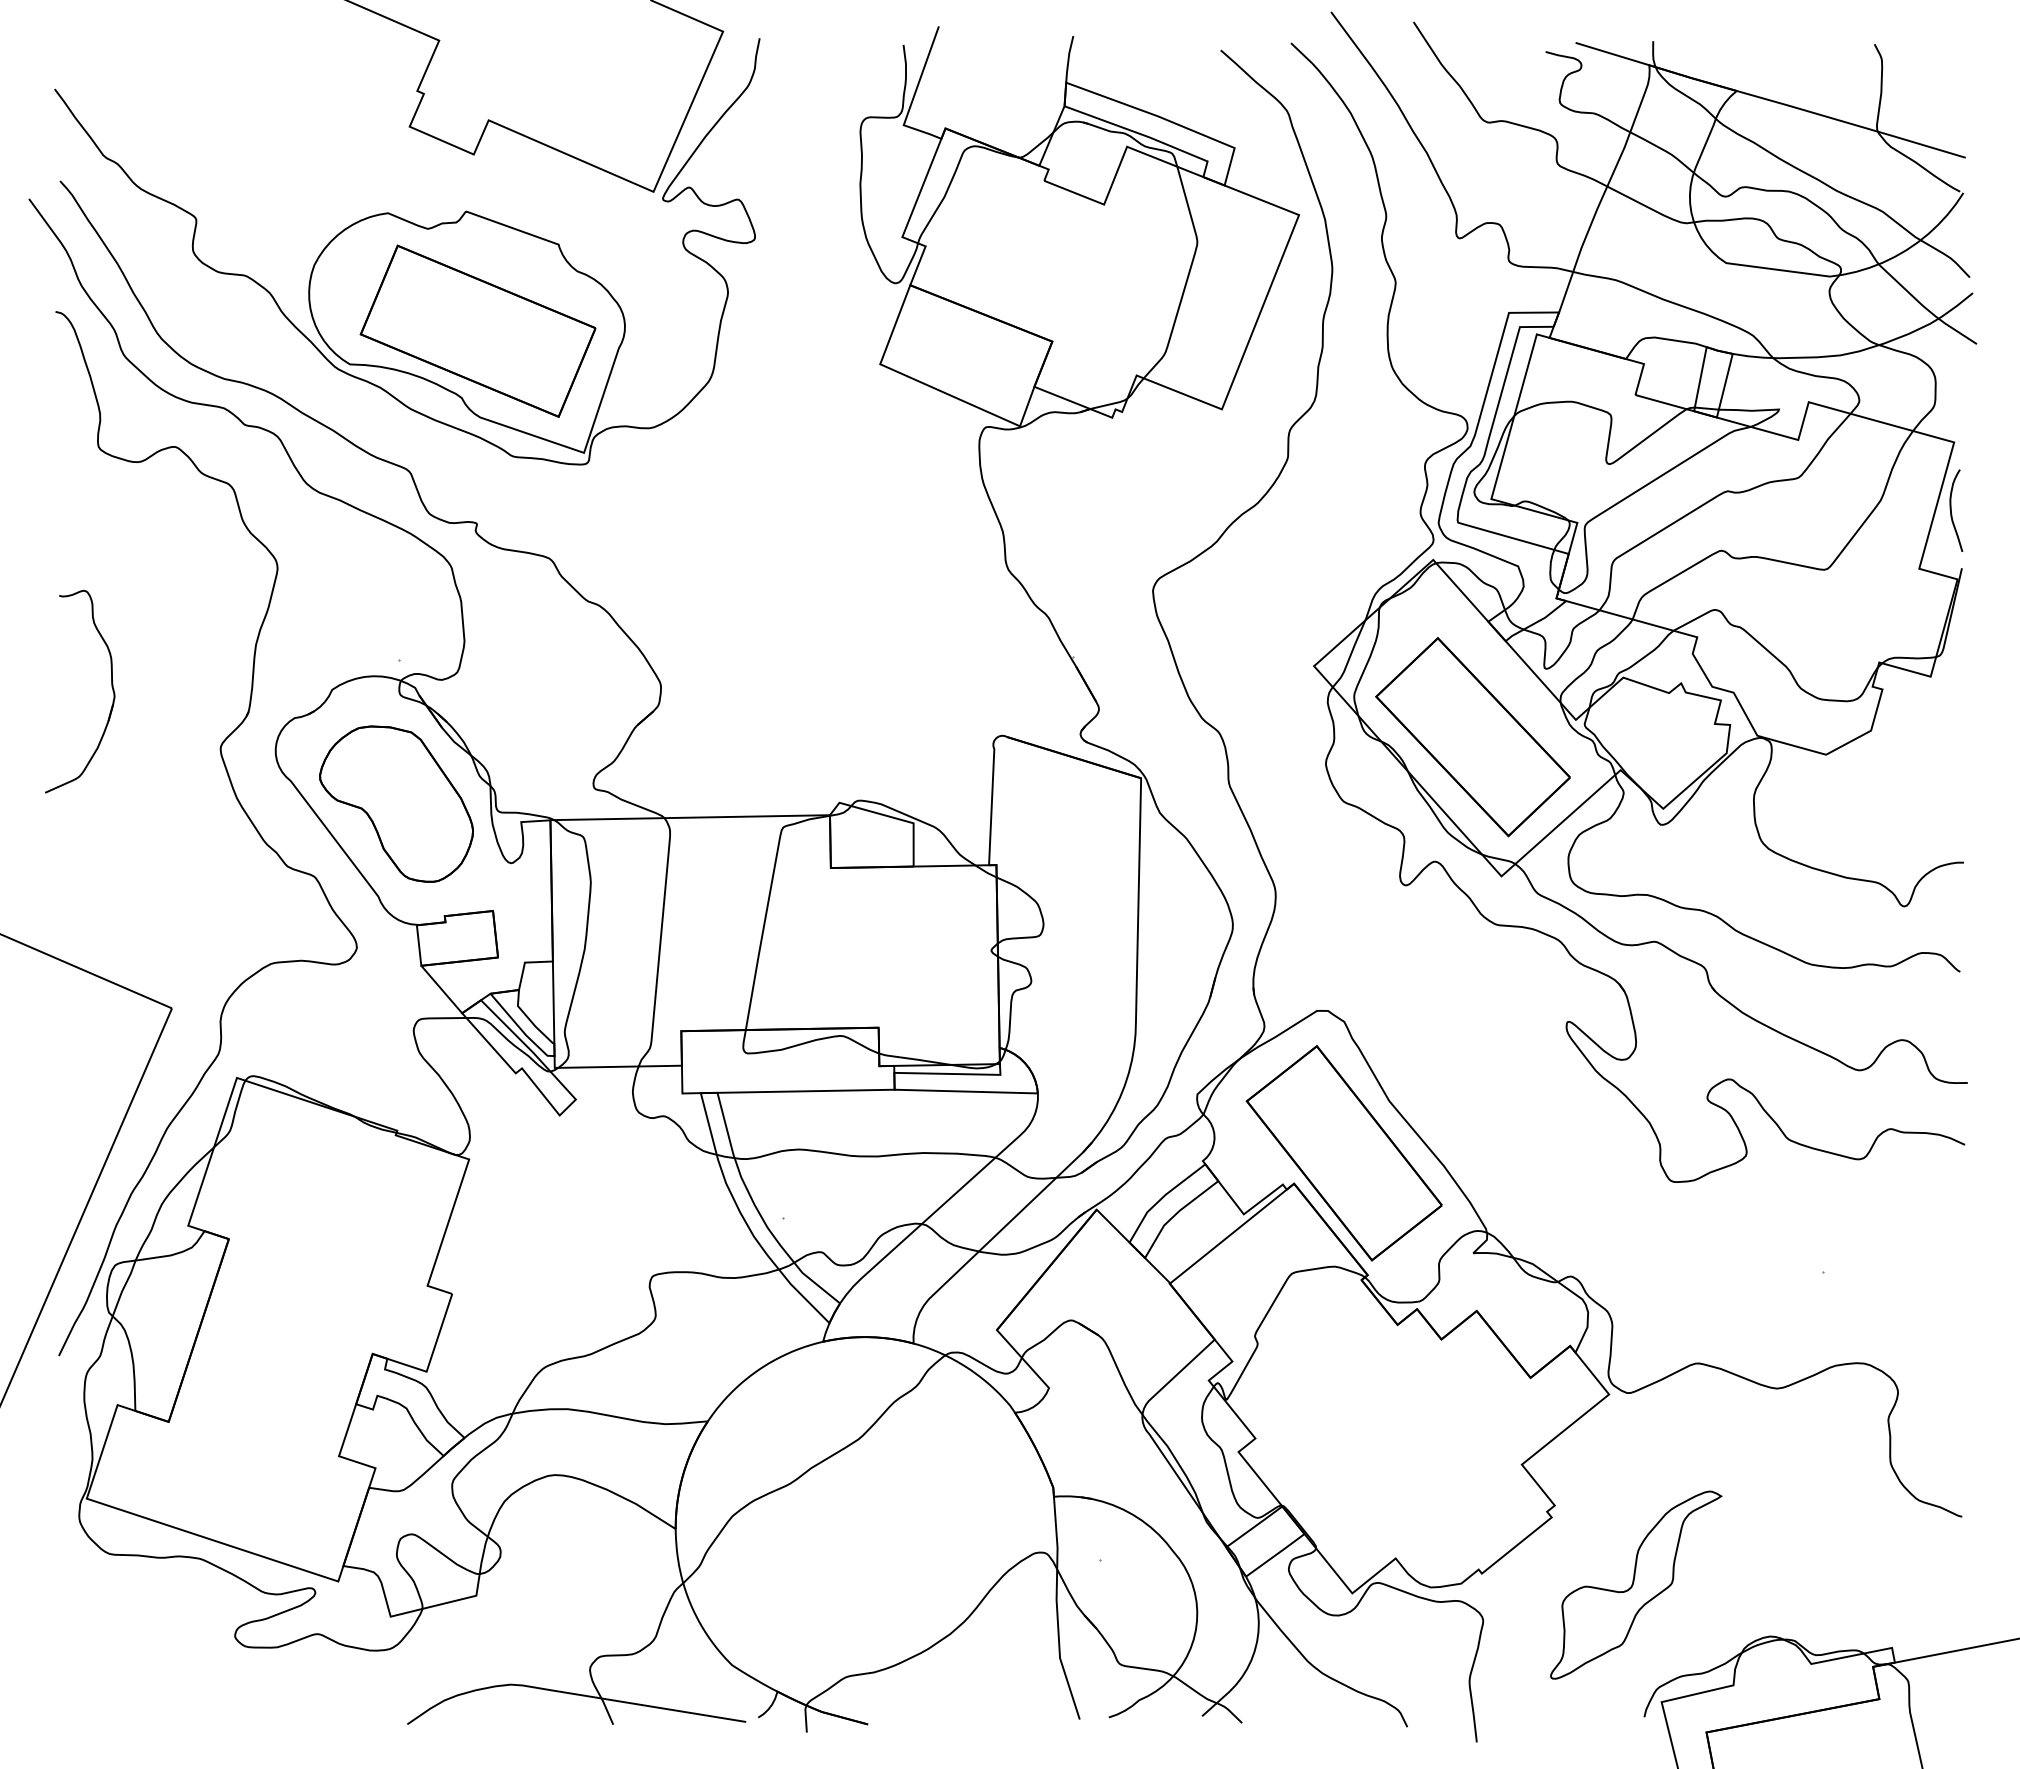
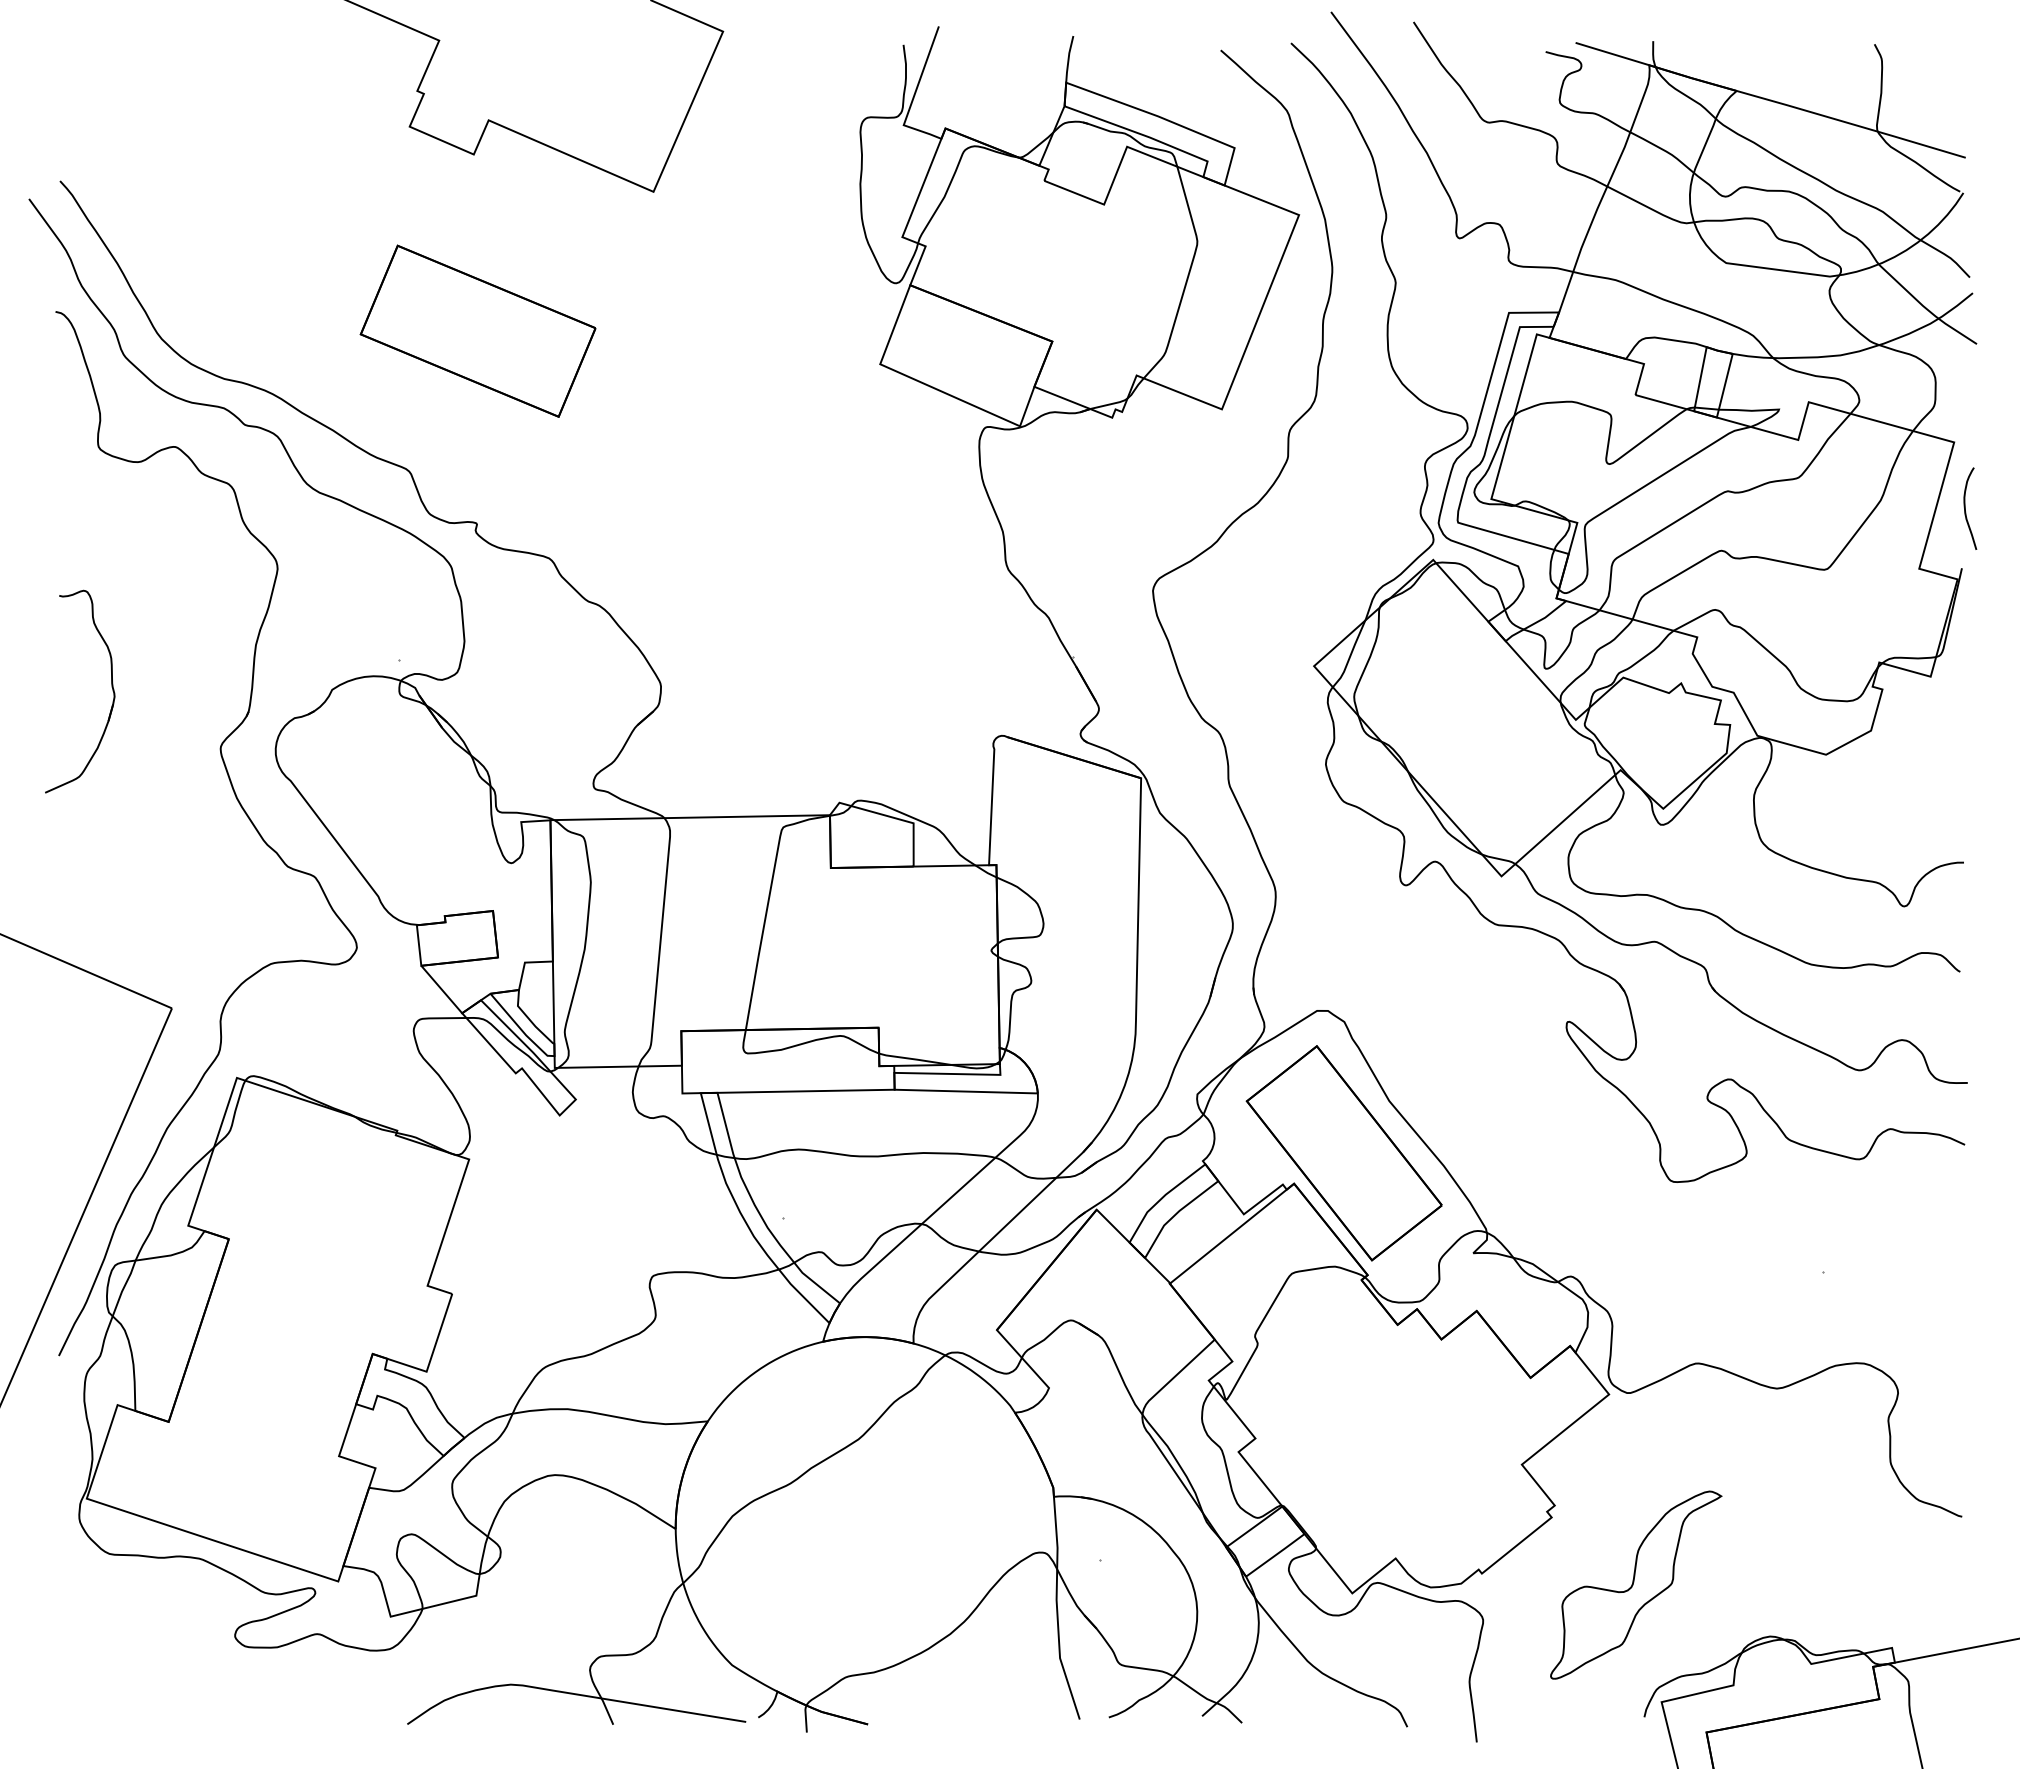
part at (407, 251): present -> none
curve at (1951, 510) position: (1951, 510) -> (1965, 508)
part at (1472, 737): present -> none
part at (396, 803): present -> none
